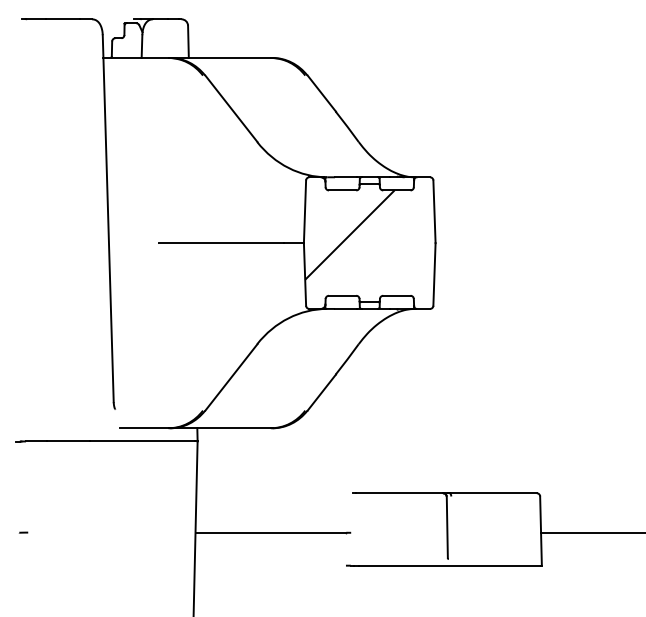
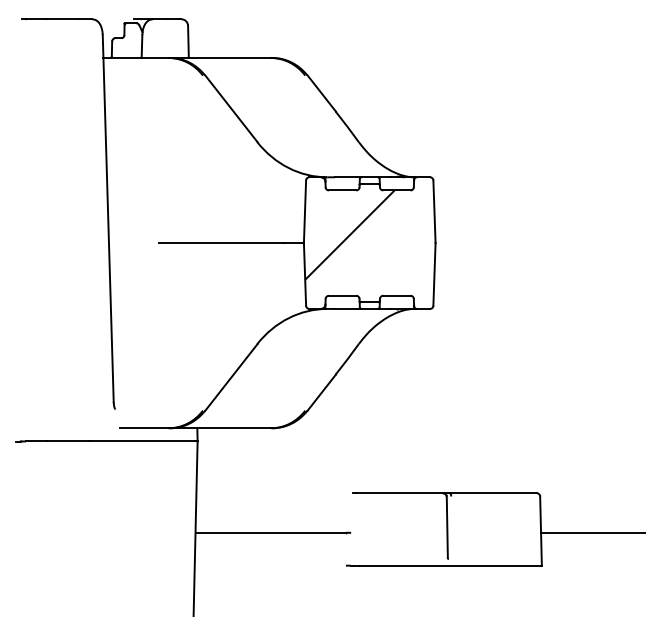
part at (23, 532): present -> none
